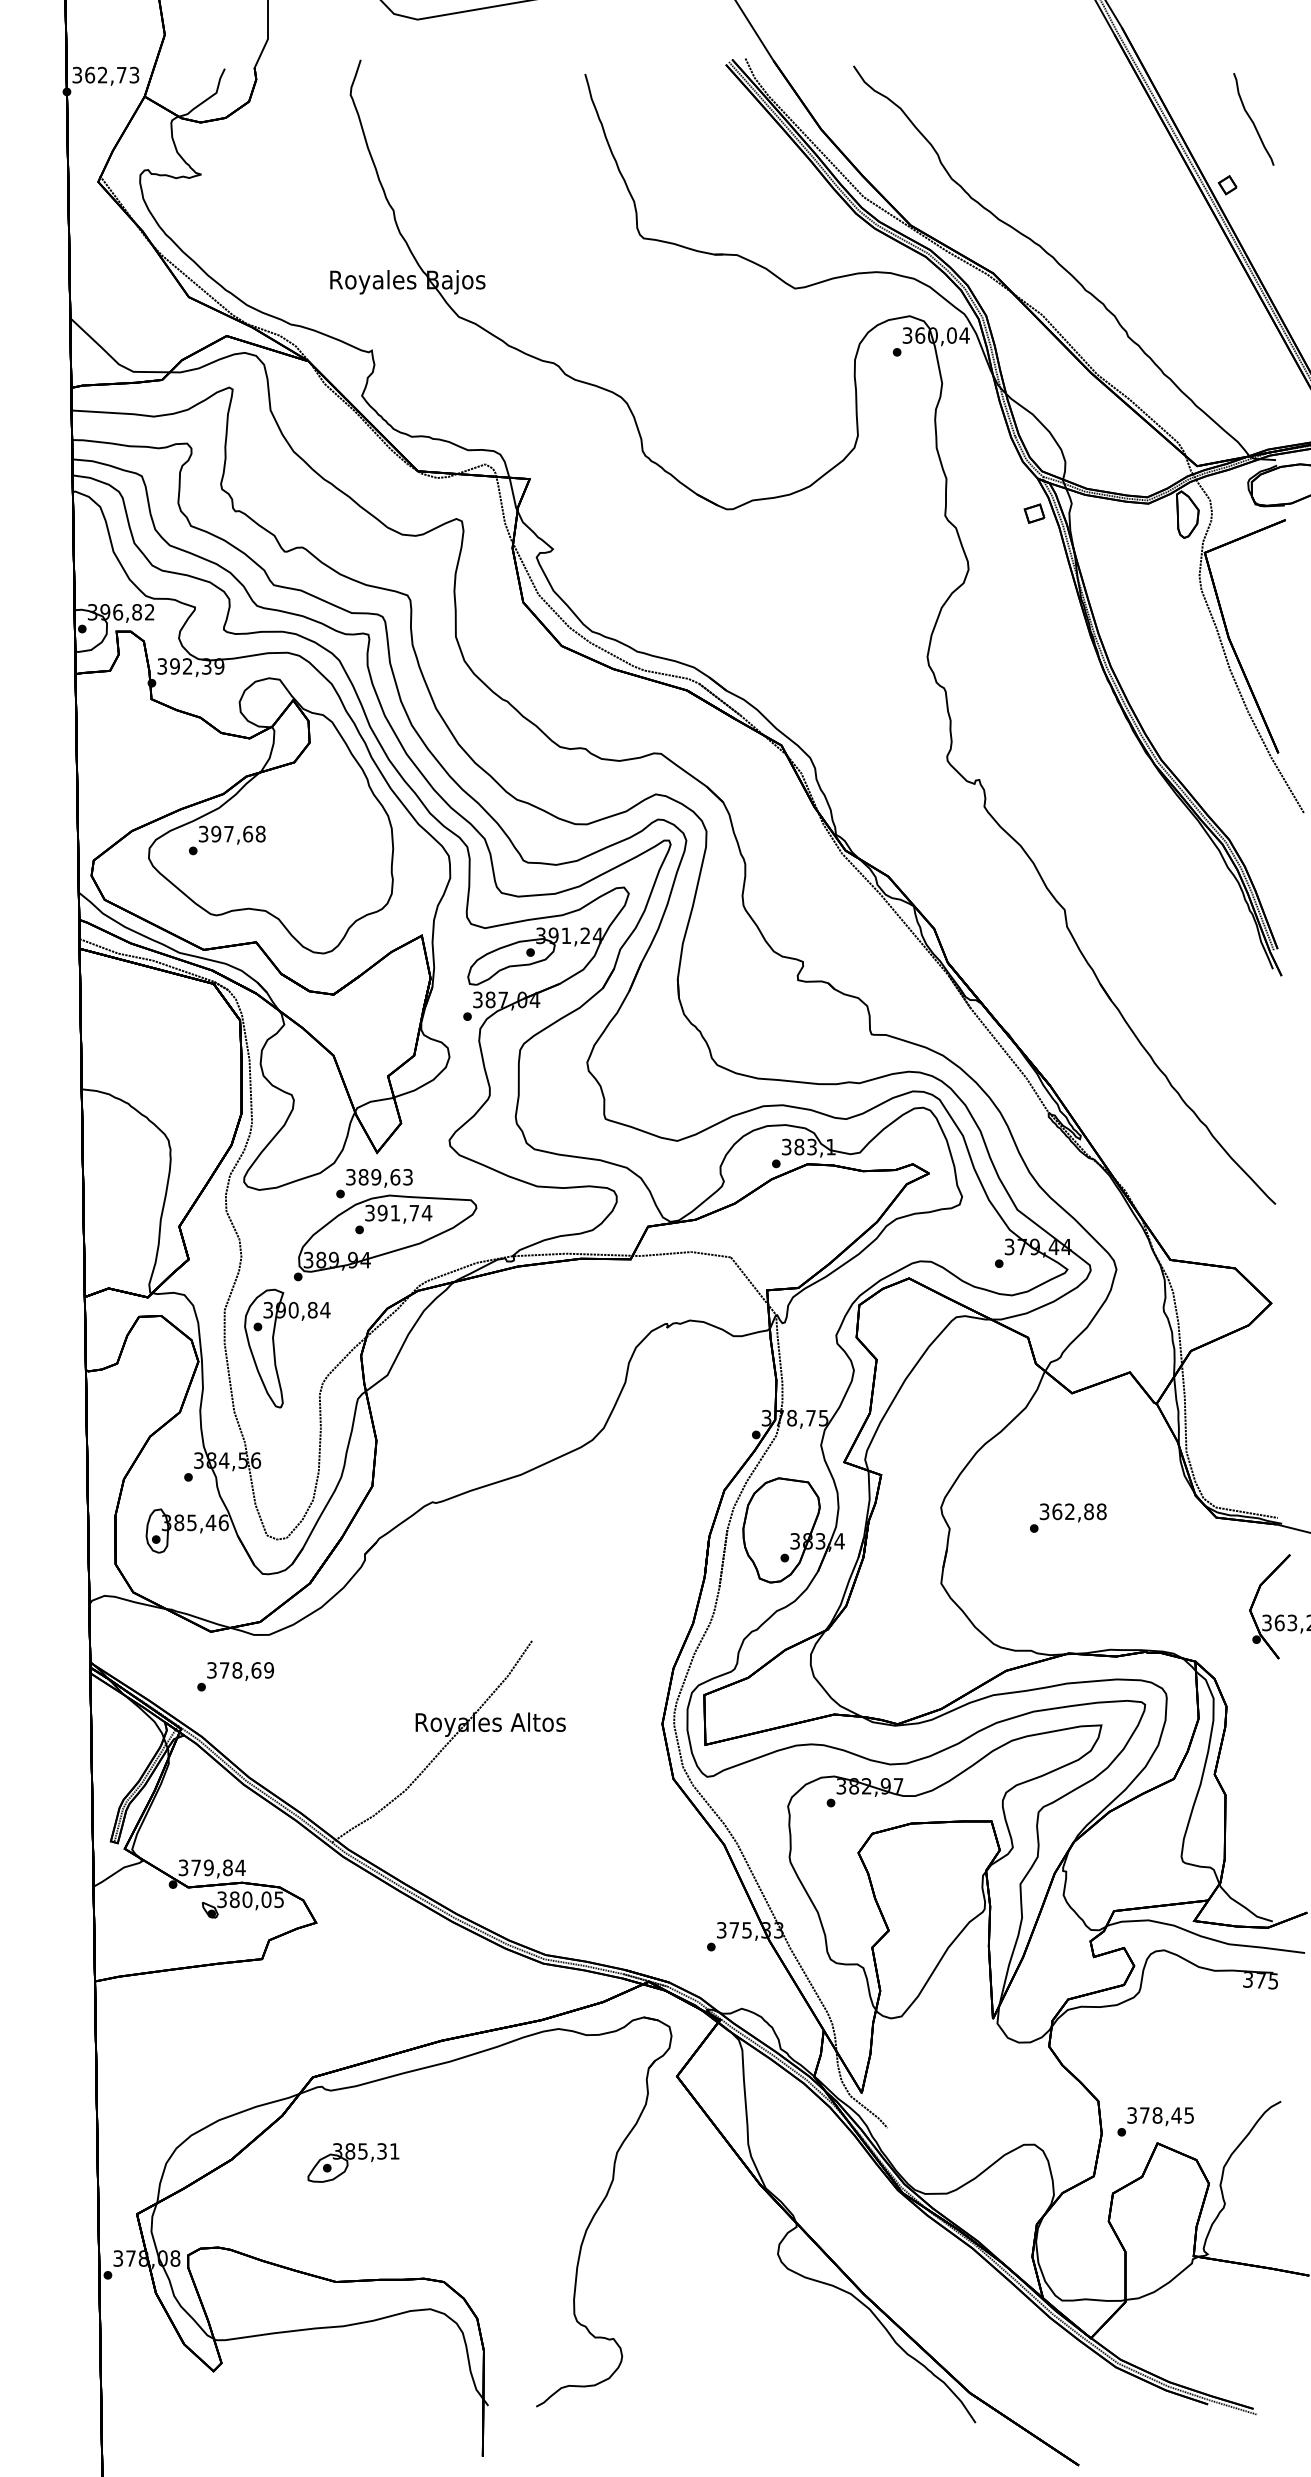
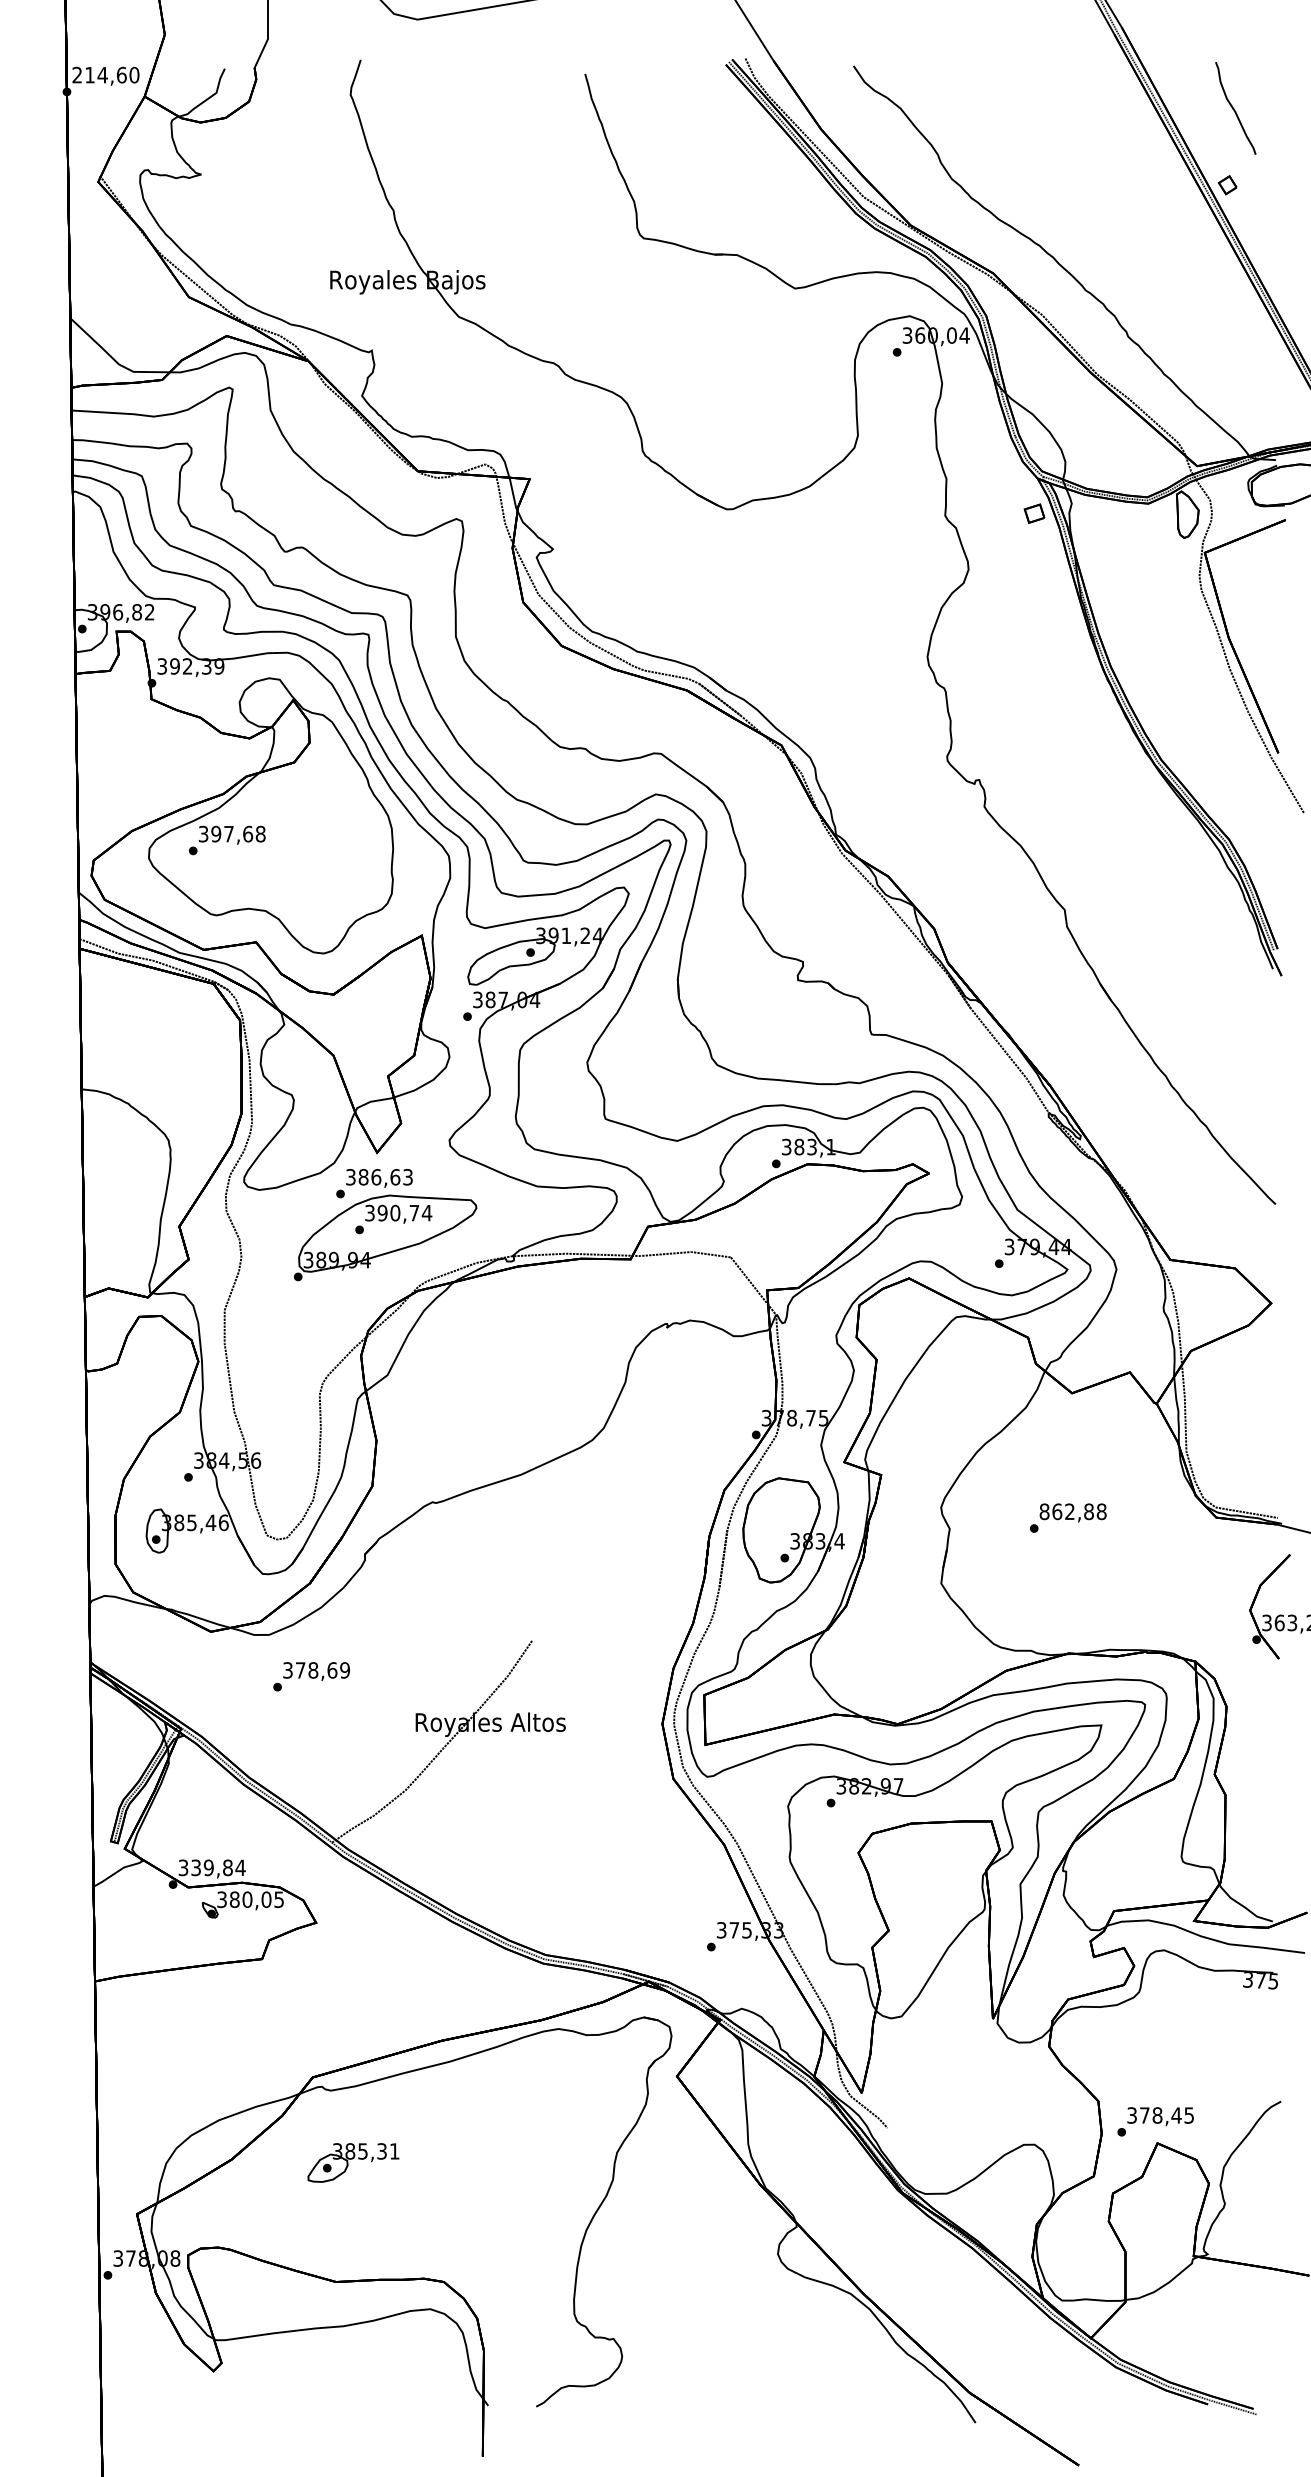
text at (105, 74): 362,73 -> 214,60
part at (1253, 119) position: (1253, 119) -> (1235, 108)
text at (376, 1177): 389,63 -> 386,63
text at (395, 1212): 391,74 -> 390,74
part at (275, 1351): present -> none
text at (1044, 1511): 362,88 -> 862,88
text at (235, 1676) position: (235, 1676) -> (311, 1676)
text at (195, 1867): 379,84 -> 339,84
